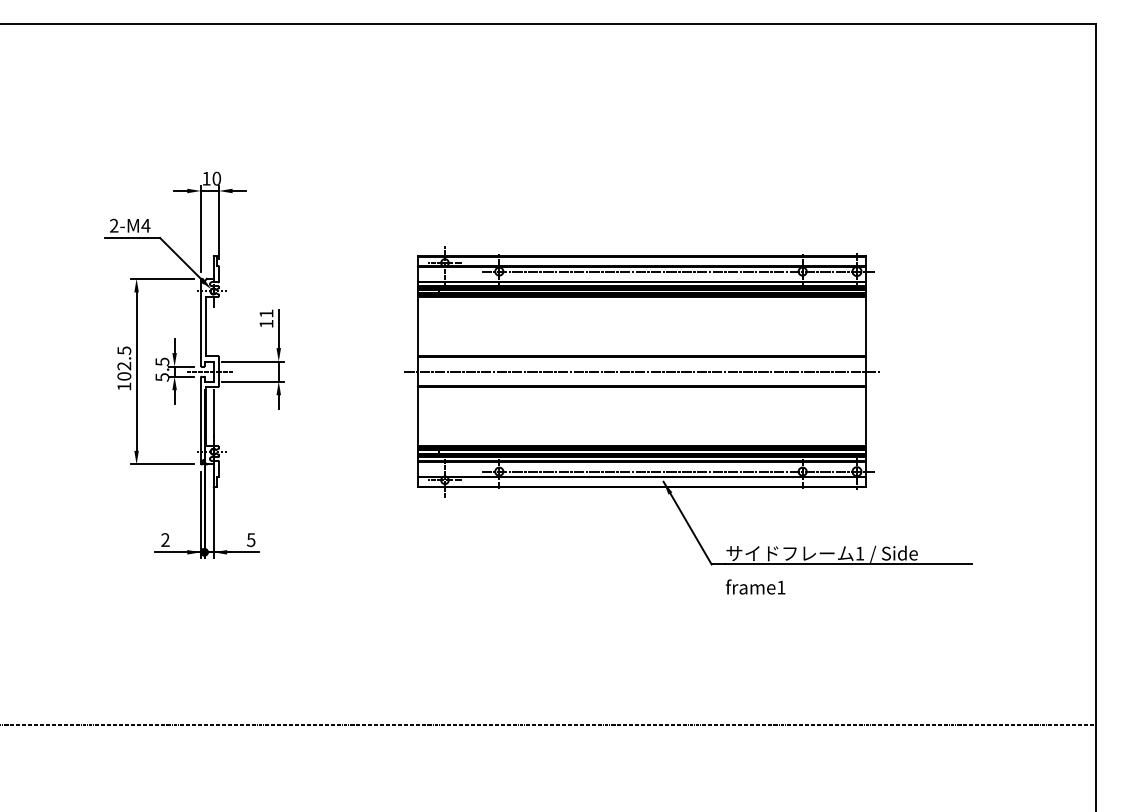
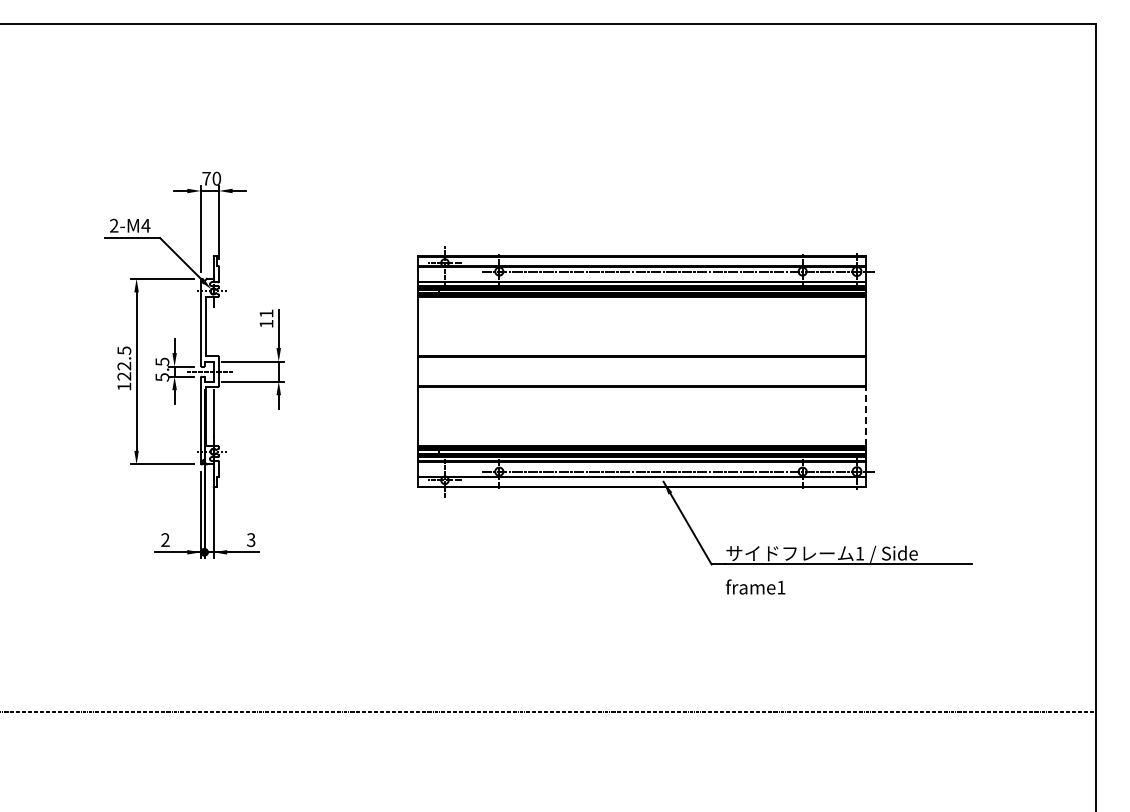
text at (206, 178): 10 -> 70
line at (641, 371): present -> none
text at (124, 376): 102.5 -> 122.5
line at (866, 416): solid -> dashed
text at (251, 539): 5 -> 3
line at (549, 724) position: (549, 724) -> (549, 711)
